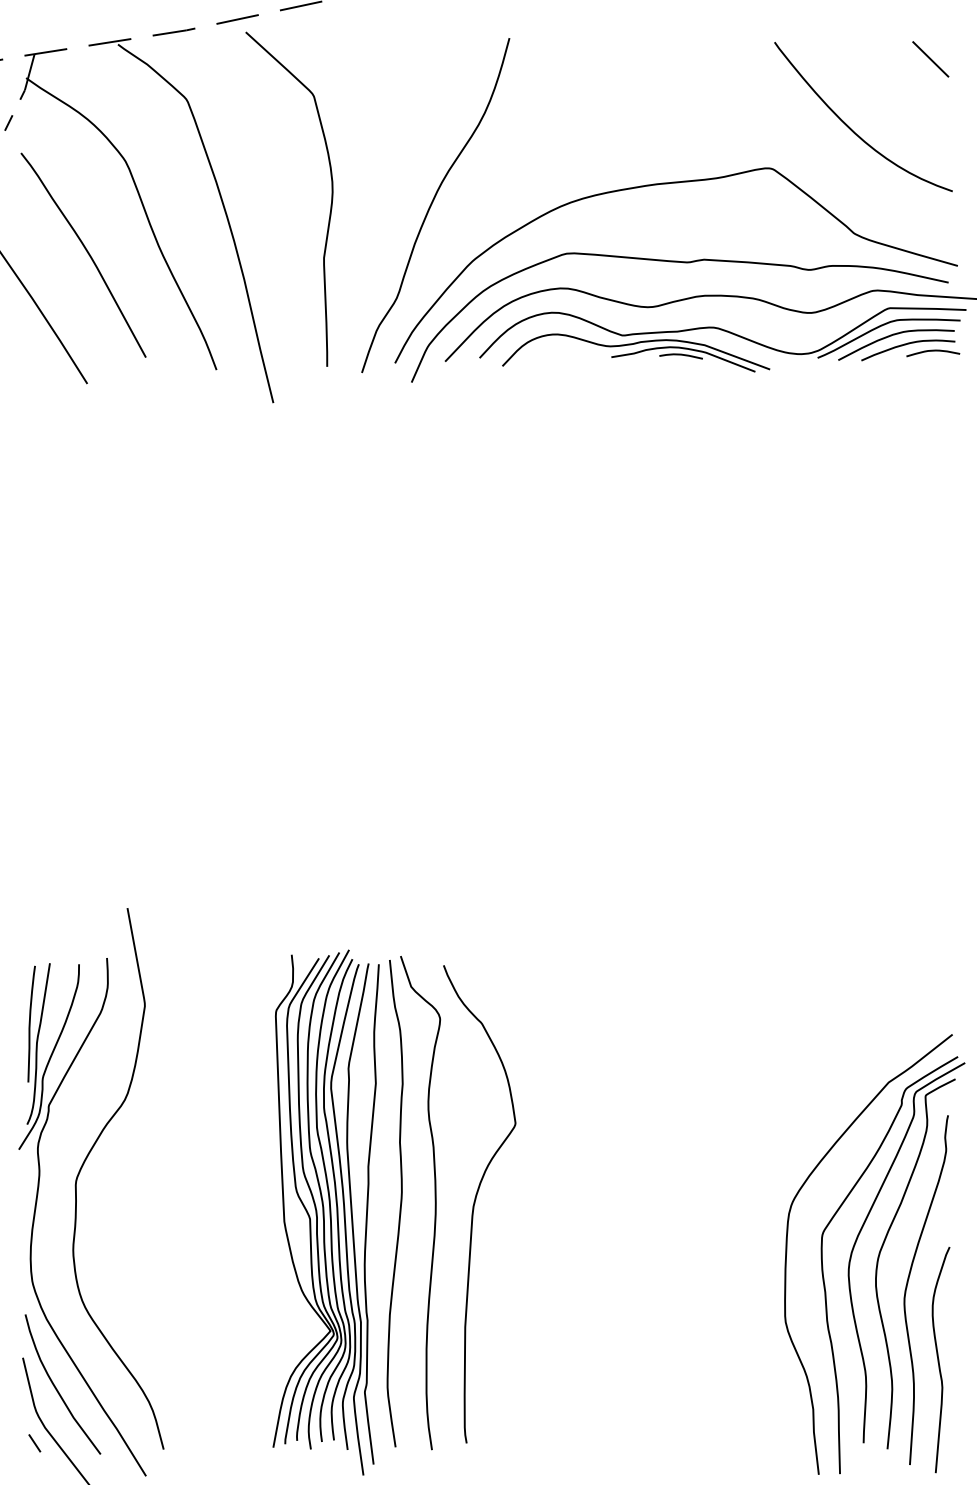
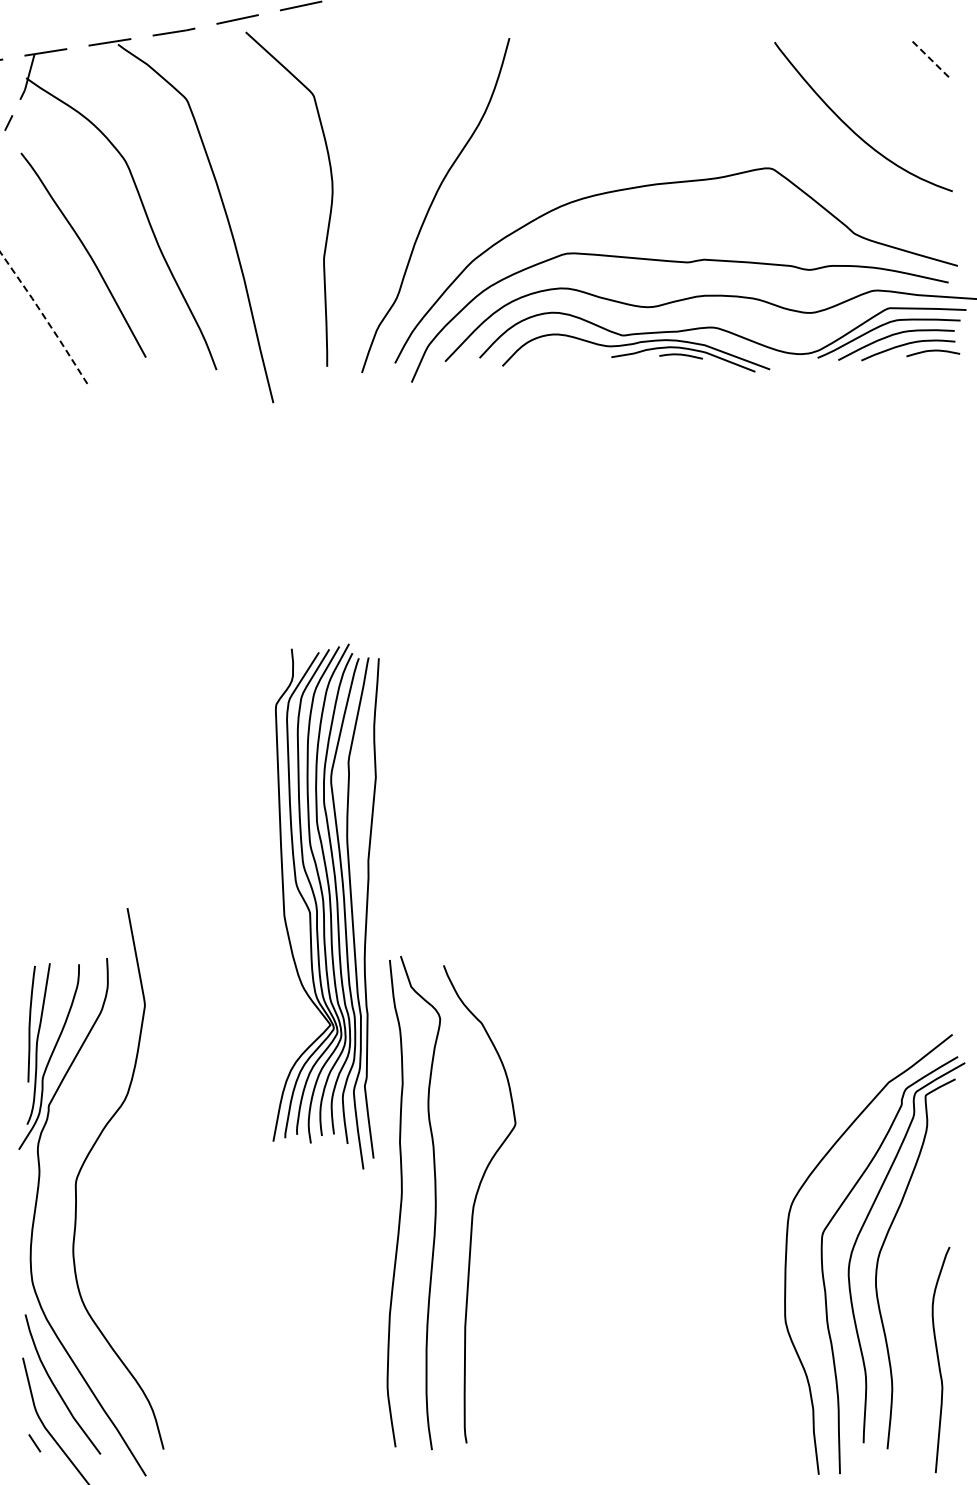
line at (930, 59): solid -> dashed
line at (44, 316): solid -> dashed
part at (325, 1212) position: (325, 1212) -> (325, 906)
curve at (908, 1283): present -> none
